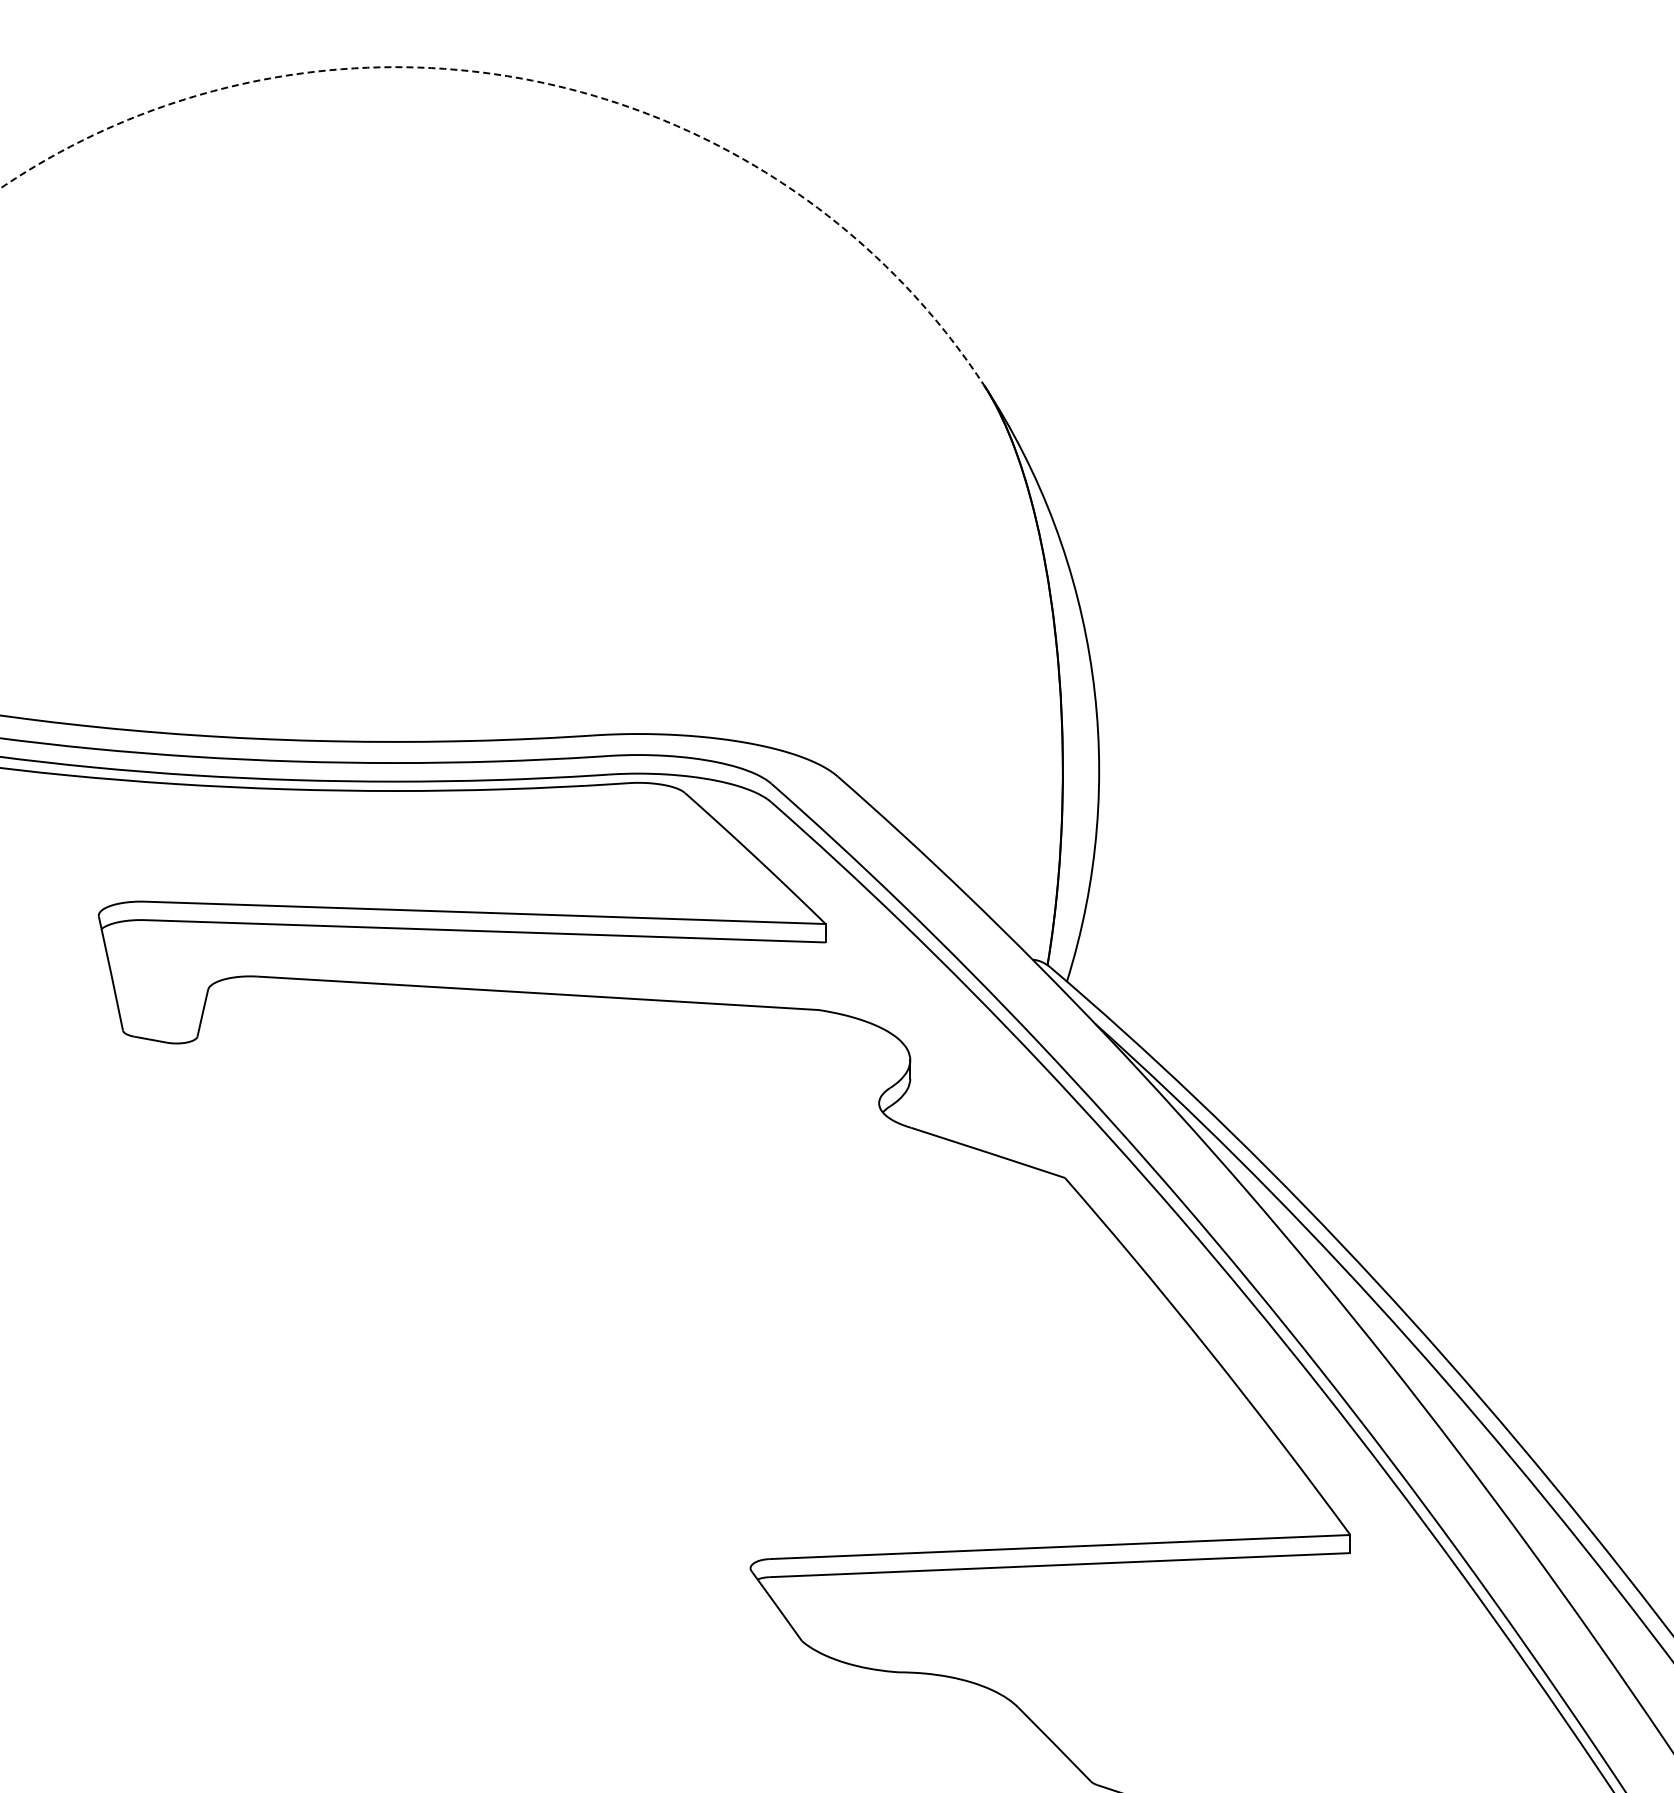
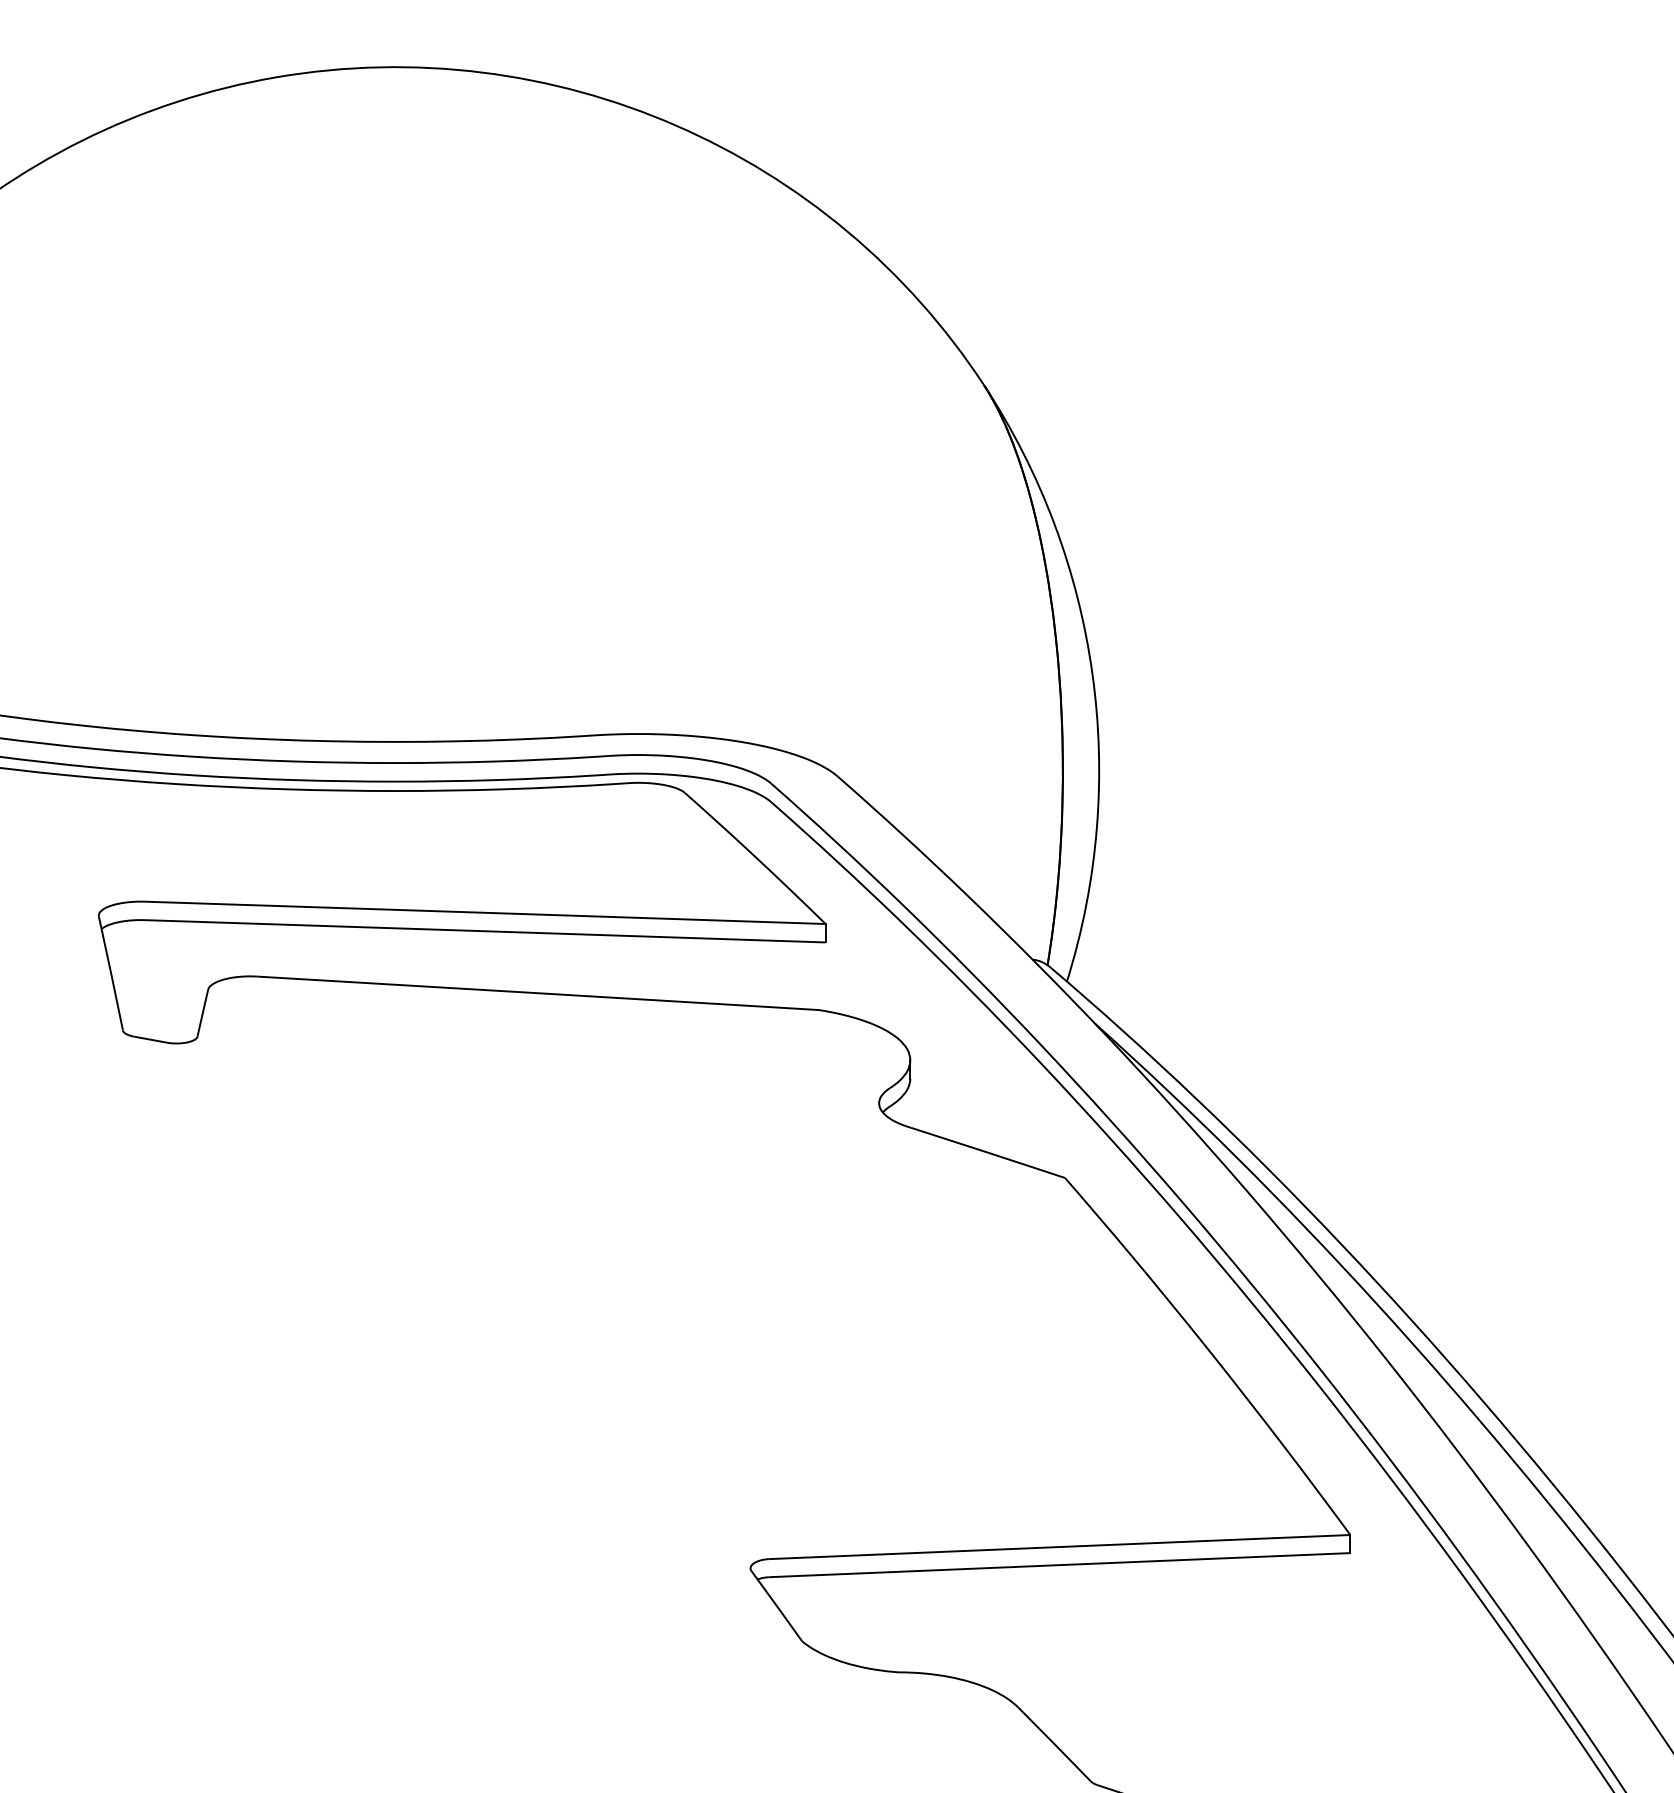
arc at (534, 81): dashed -> solid
